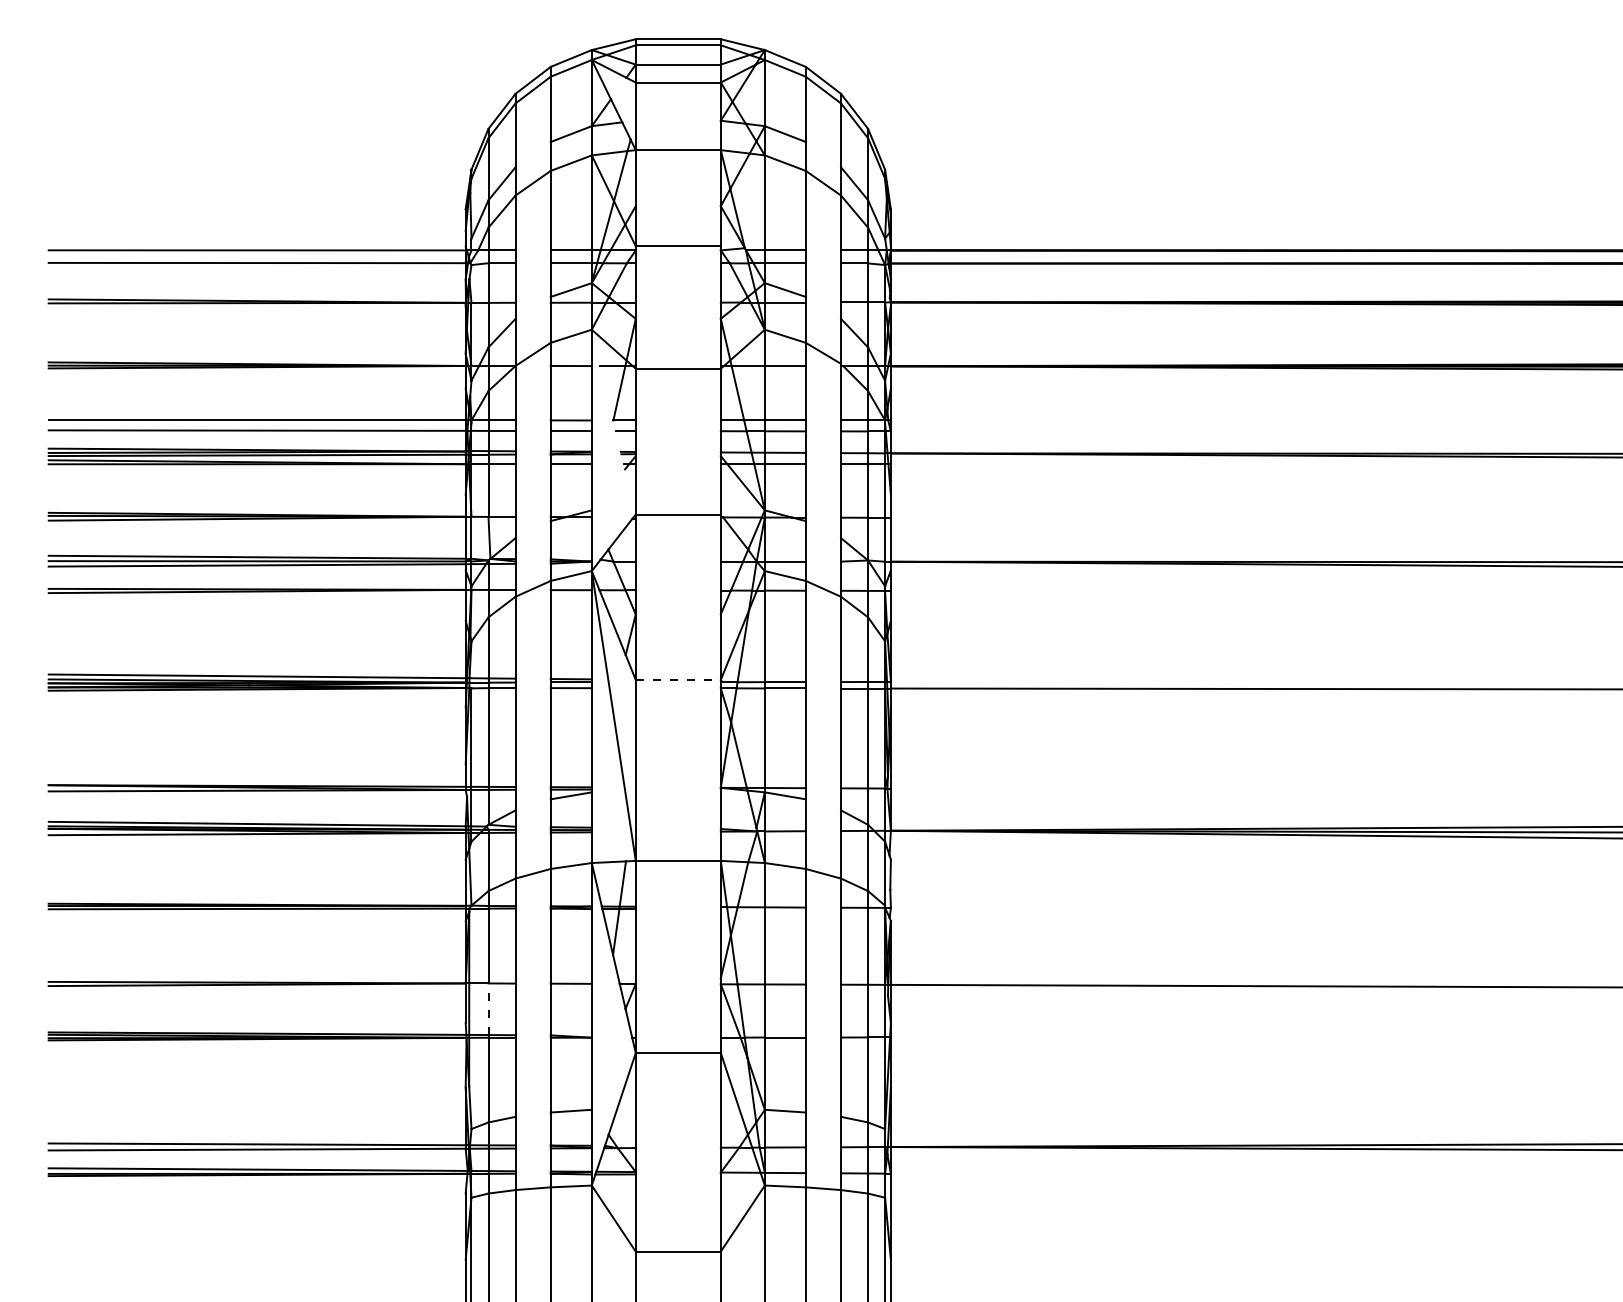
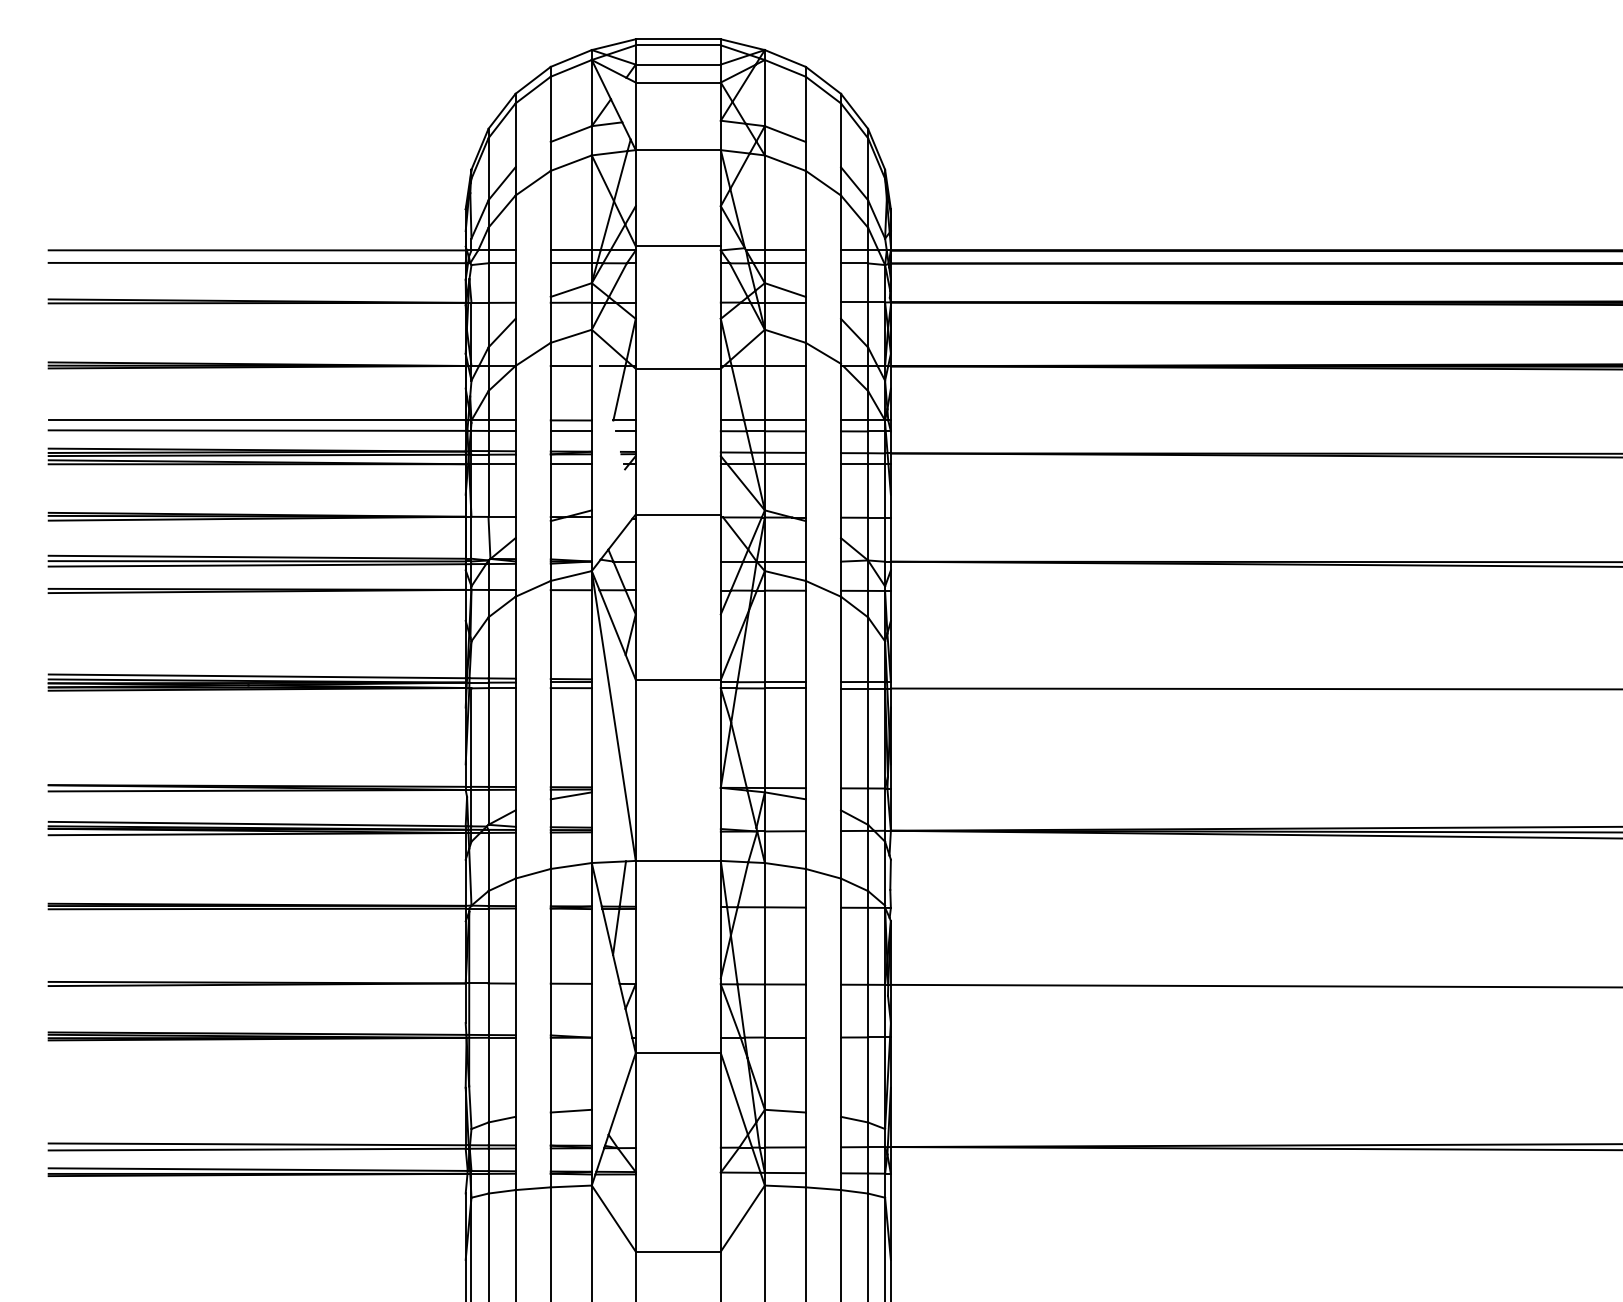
line at (678, 679): dashed -> solid
line at (488, 1009): dashed -> solid
